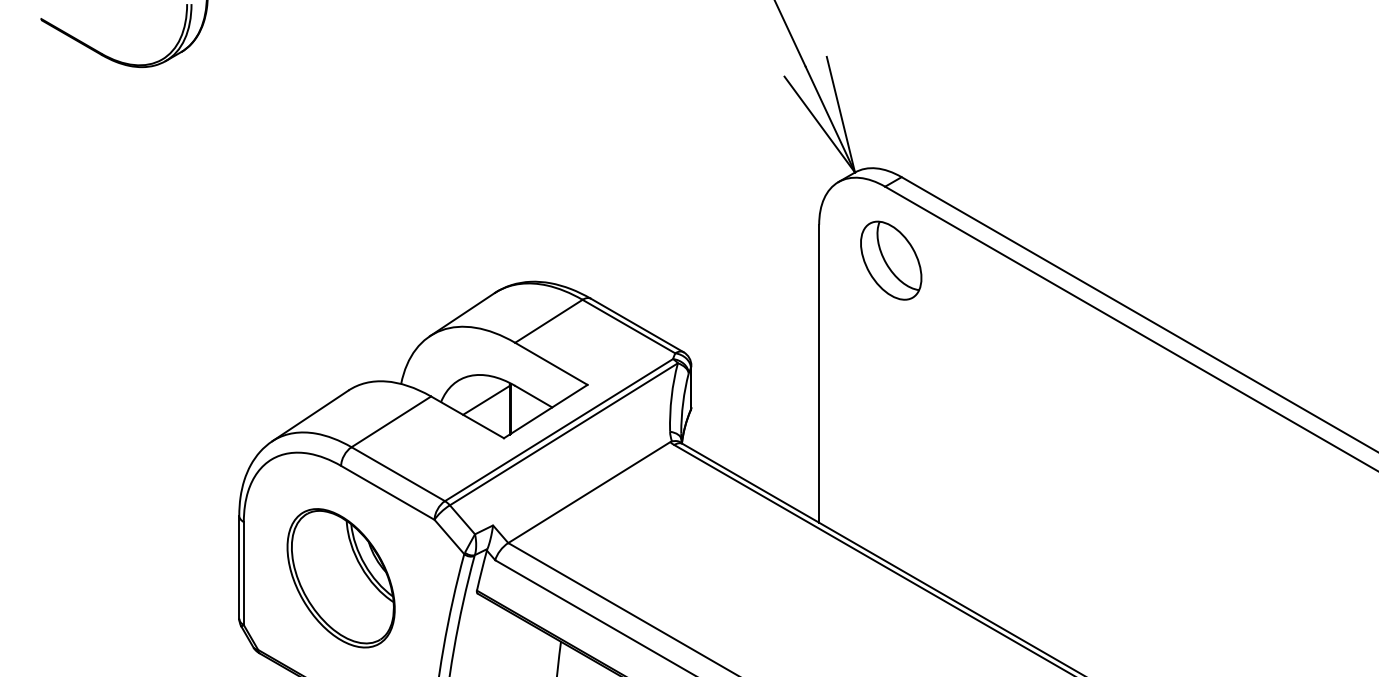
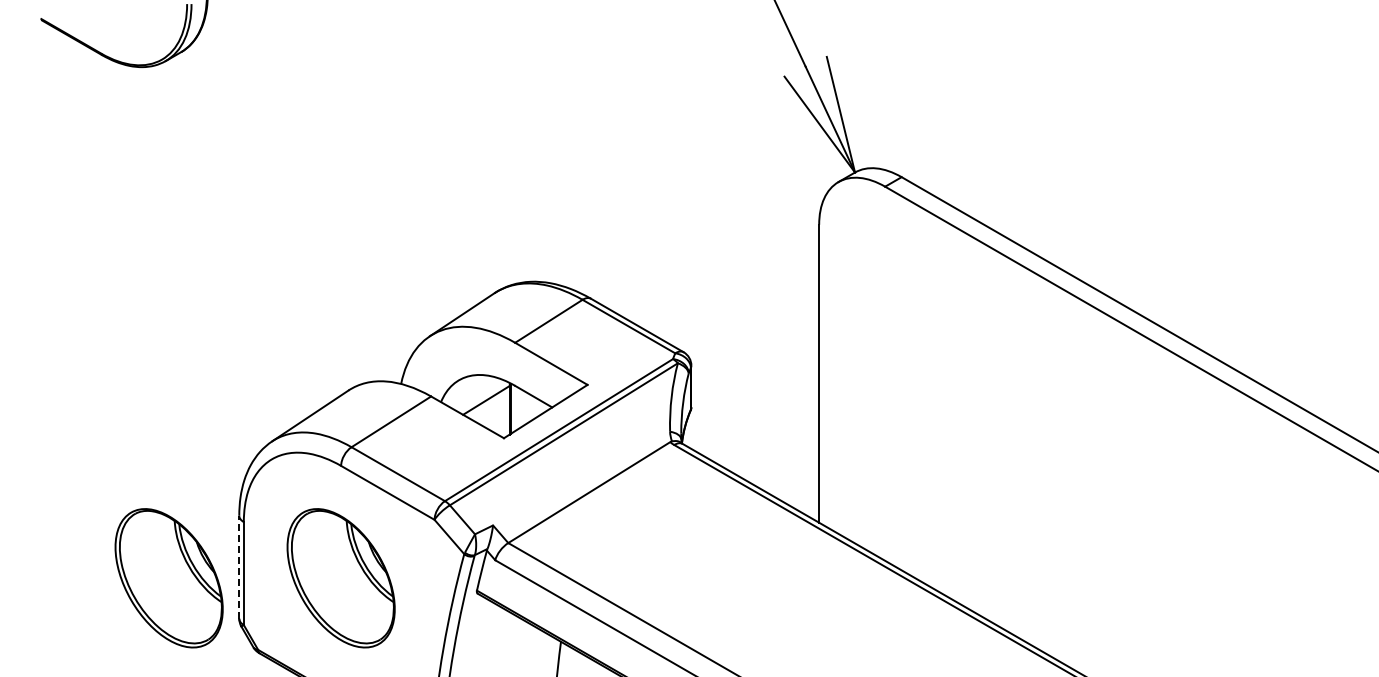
part at (891, 260): present -> none
line at (239, 566): solid -> dashed
part at (168, 578): none -> present
